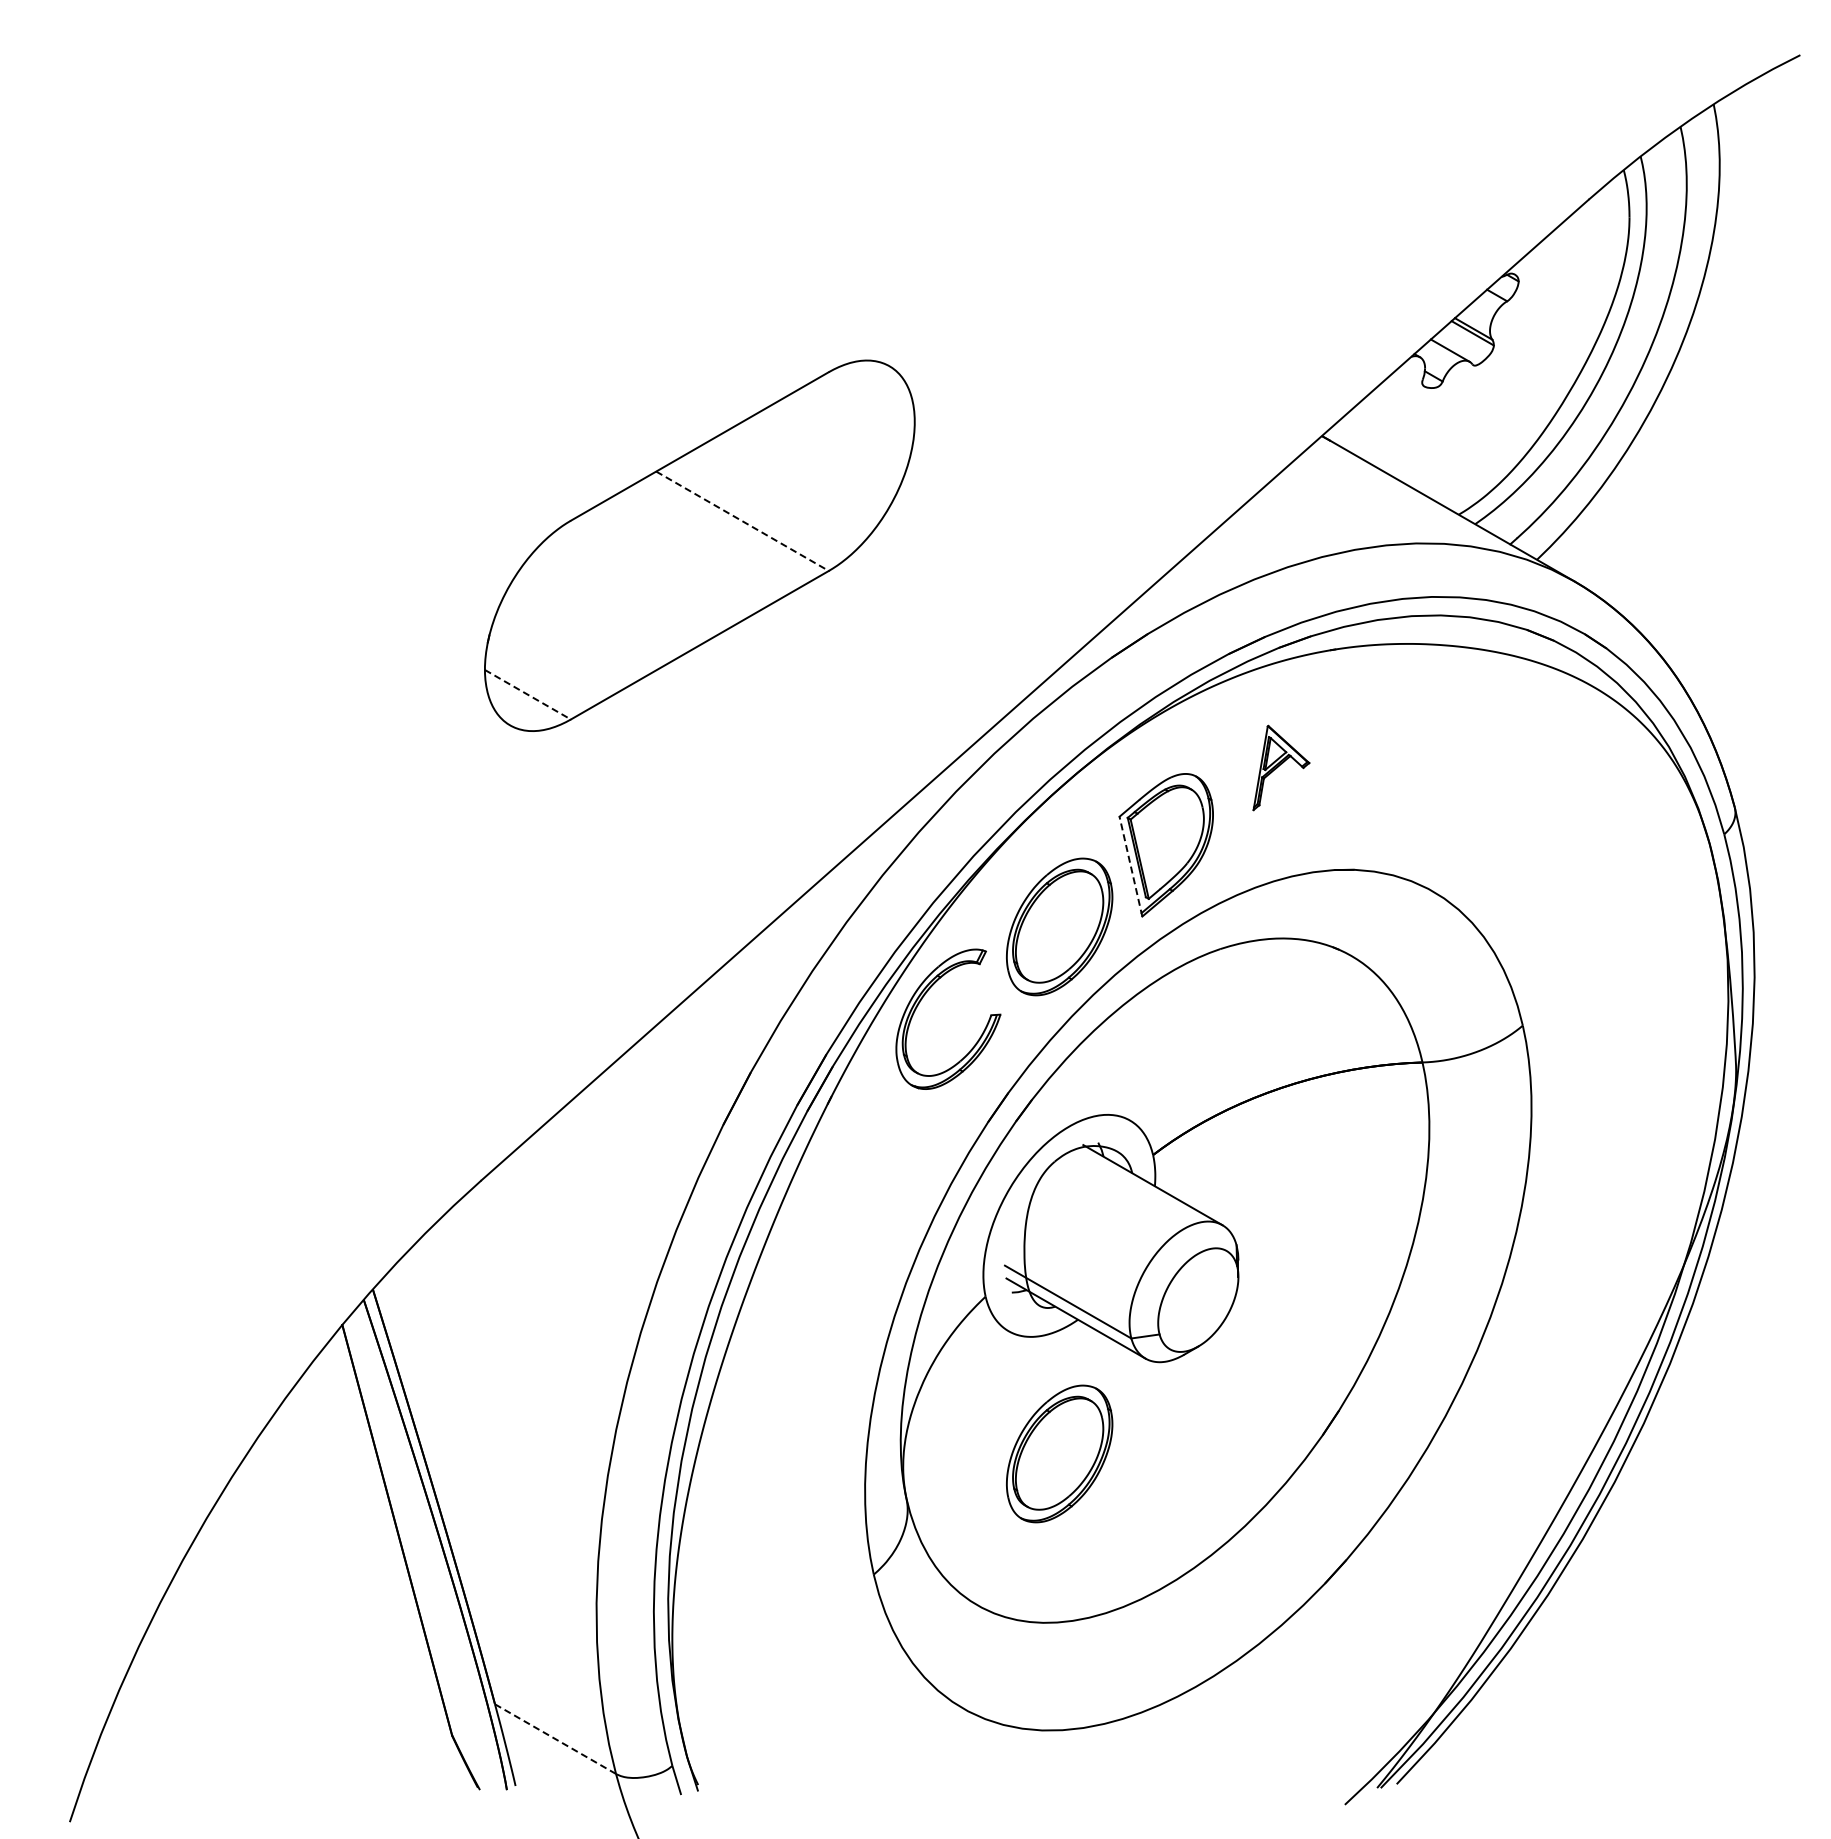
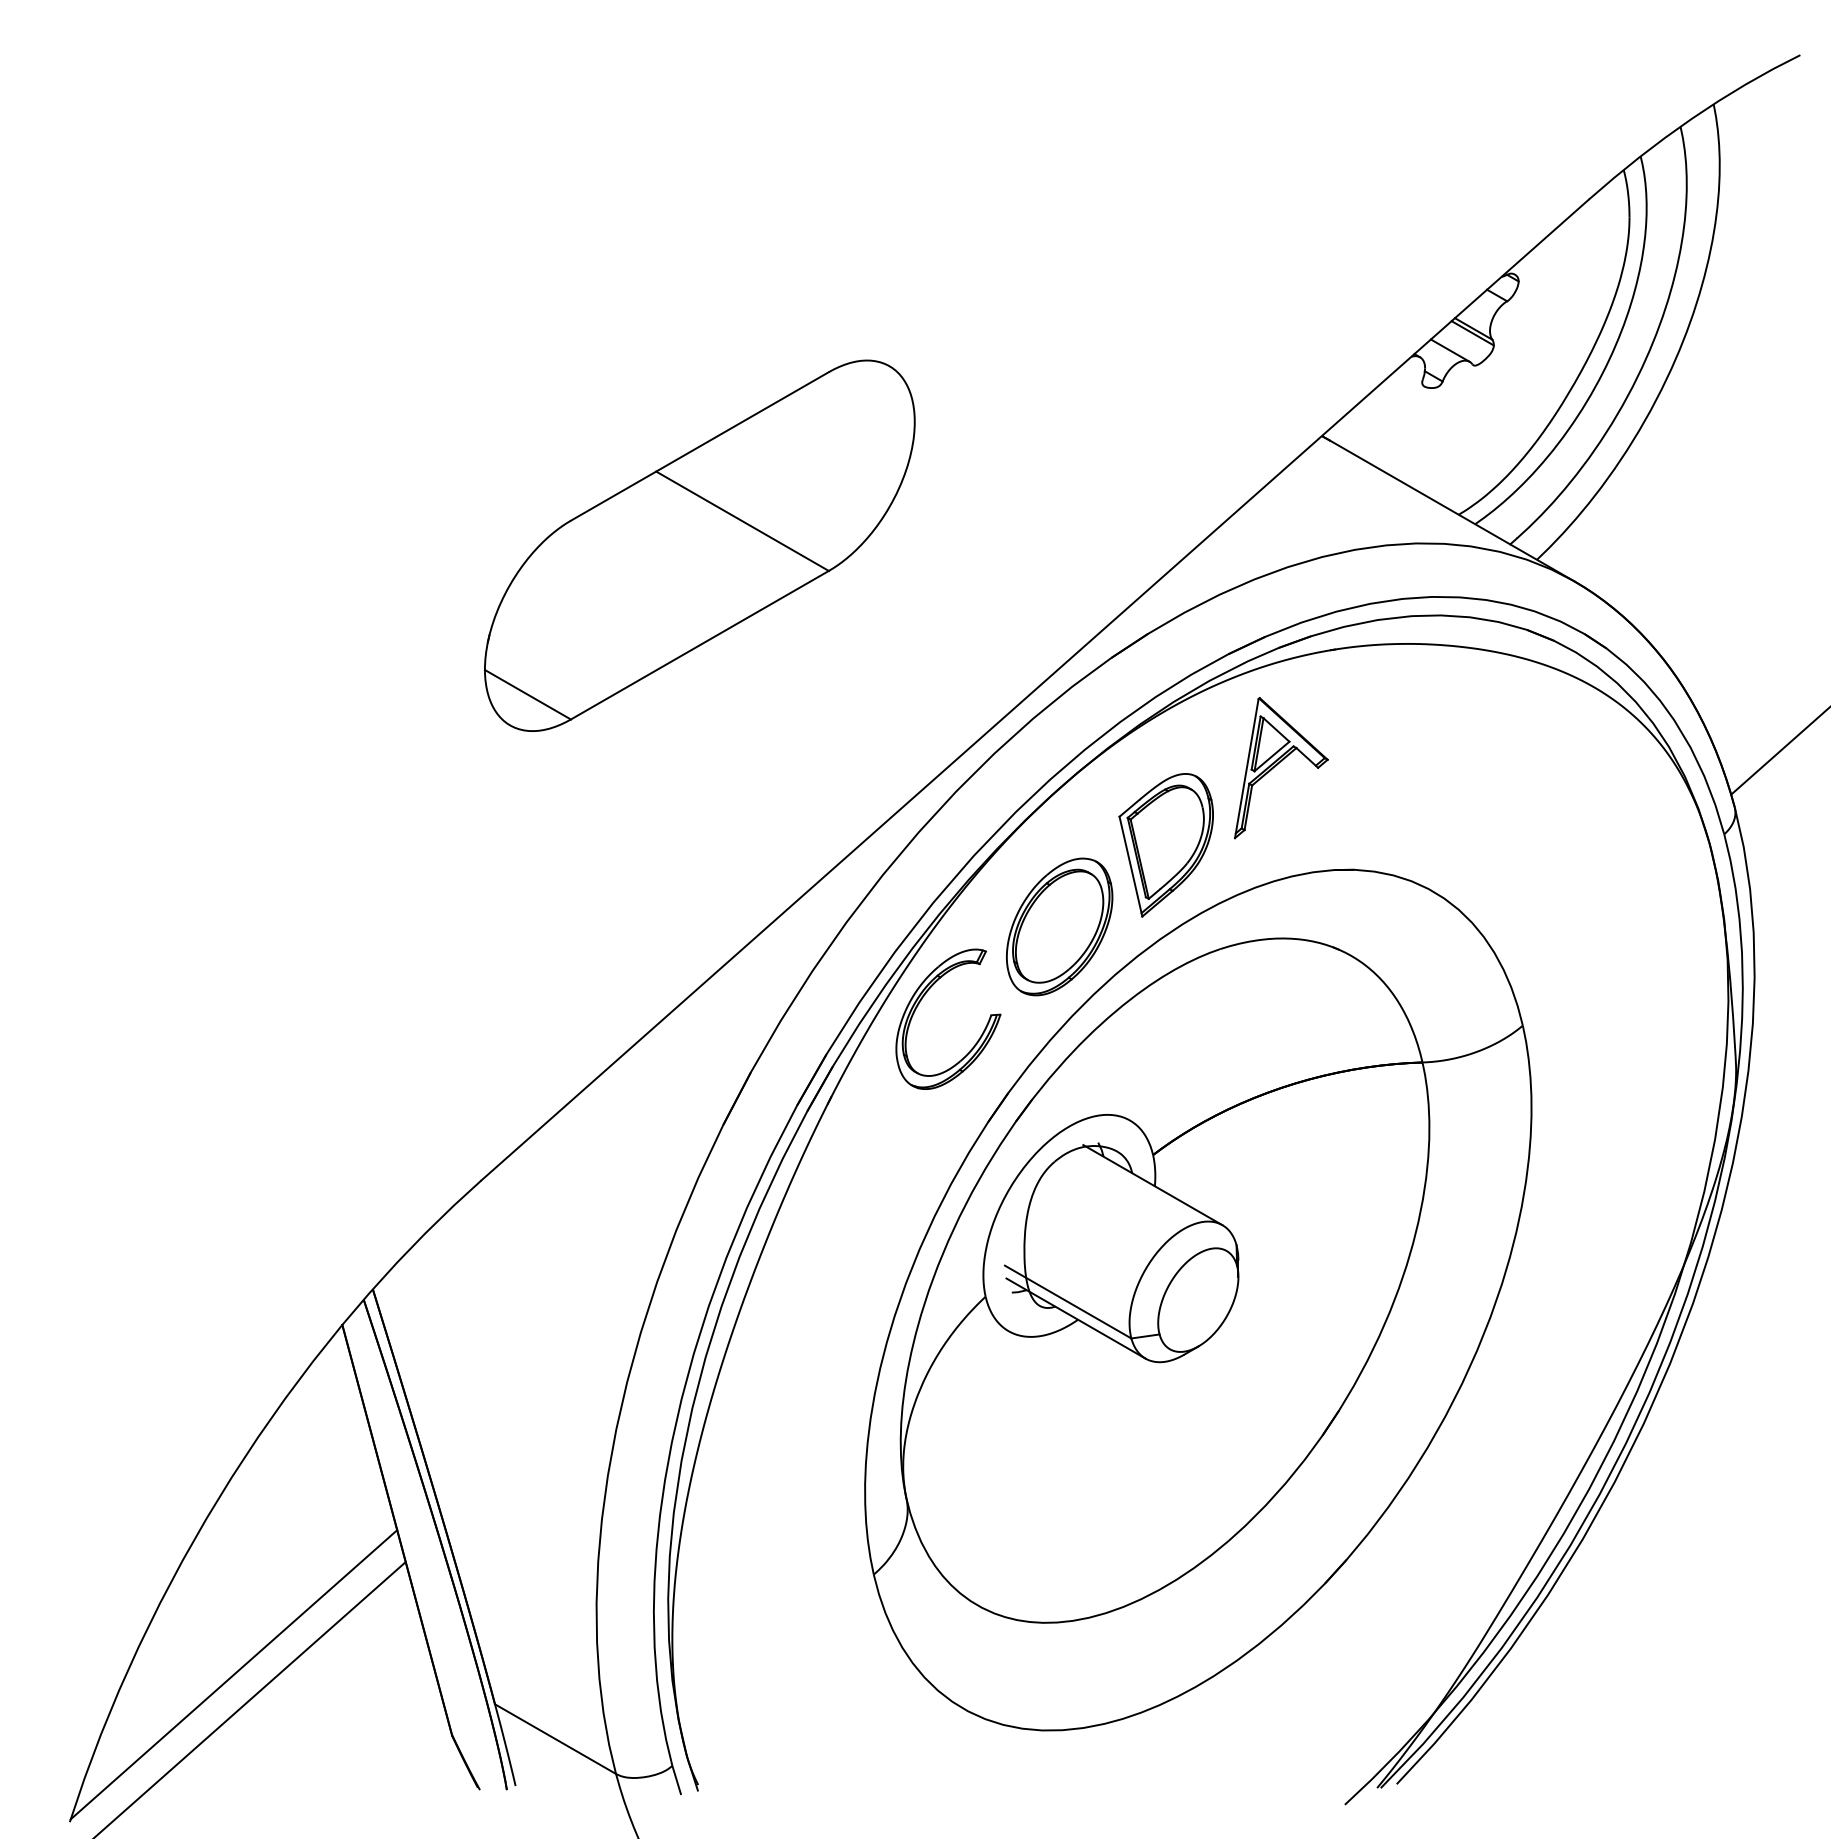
line at (742, 521): dashed -> solid
line at (527, 694): dashed -> solid
line at (1779, 751): none -> present
part at (1281, 767) size: 59x88 px -> 95x144 px
line at (1130, 866): dashed -> solid
part at (1059, 1453): present -> none
line at (233, 1674): none -> present
line at (250, 1698): none -> present
line at (555, 1739): dashed -> solid
